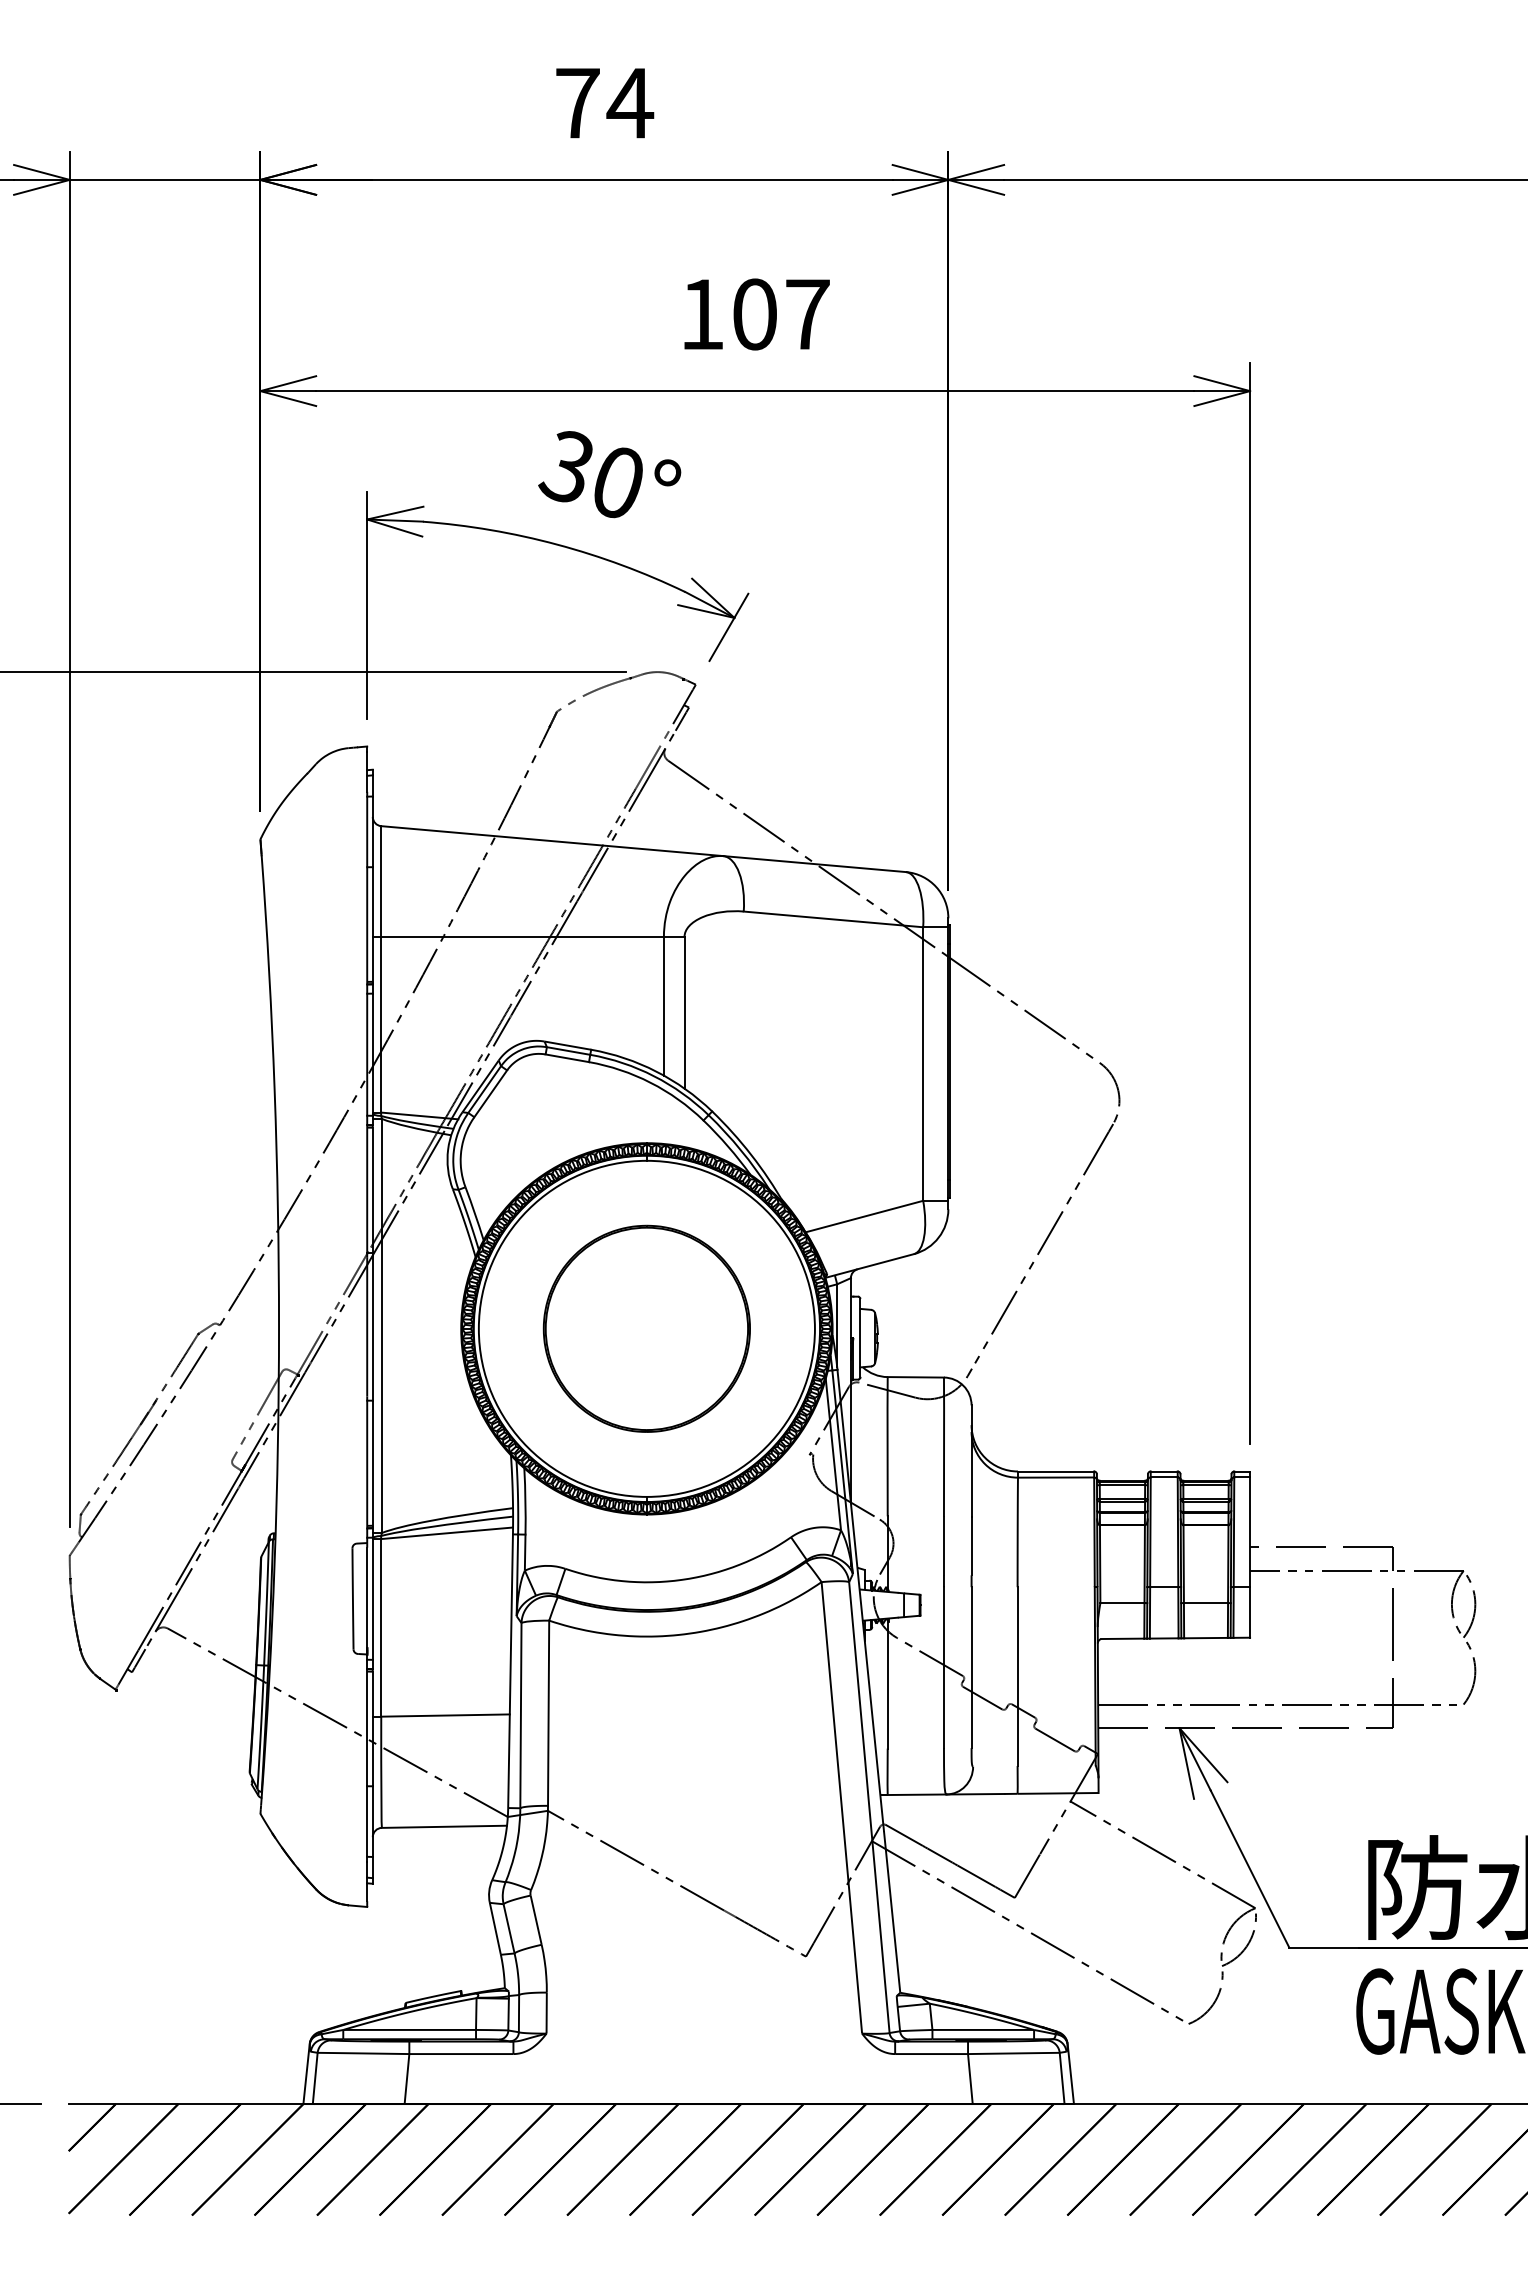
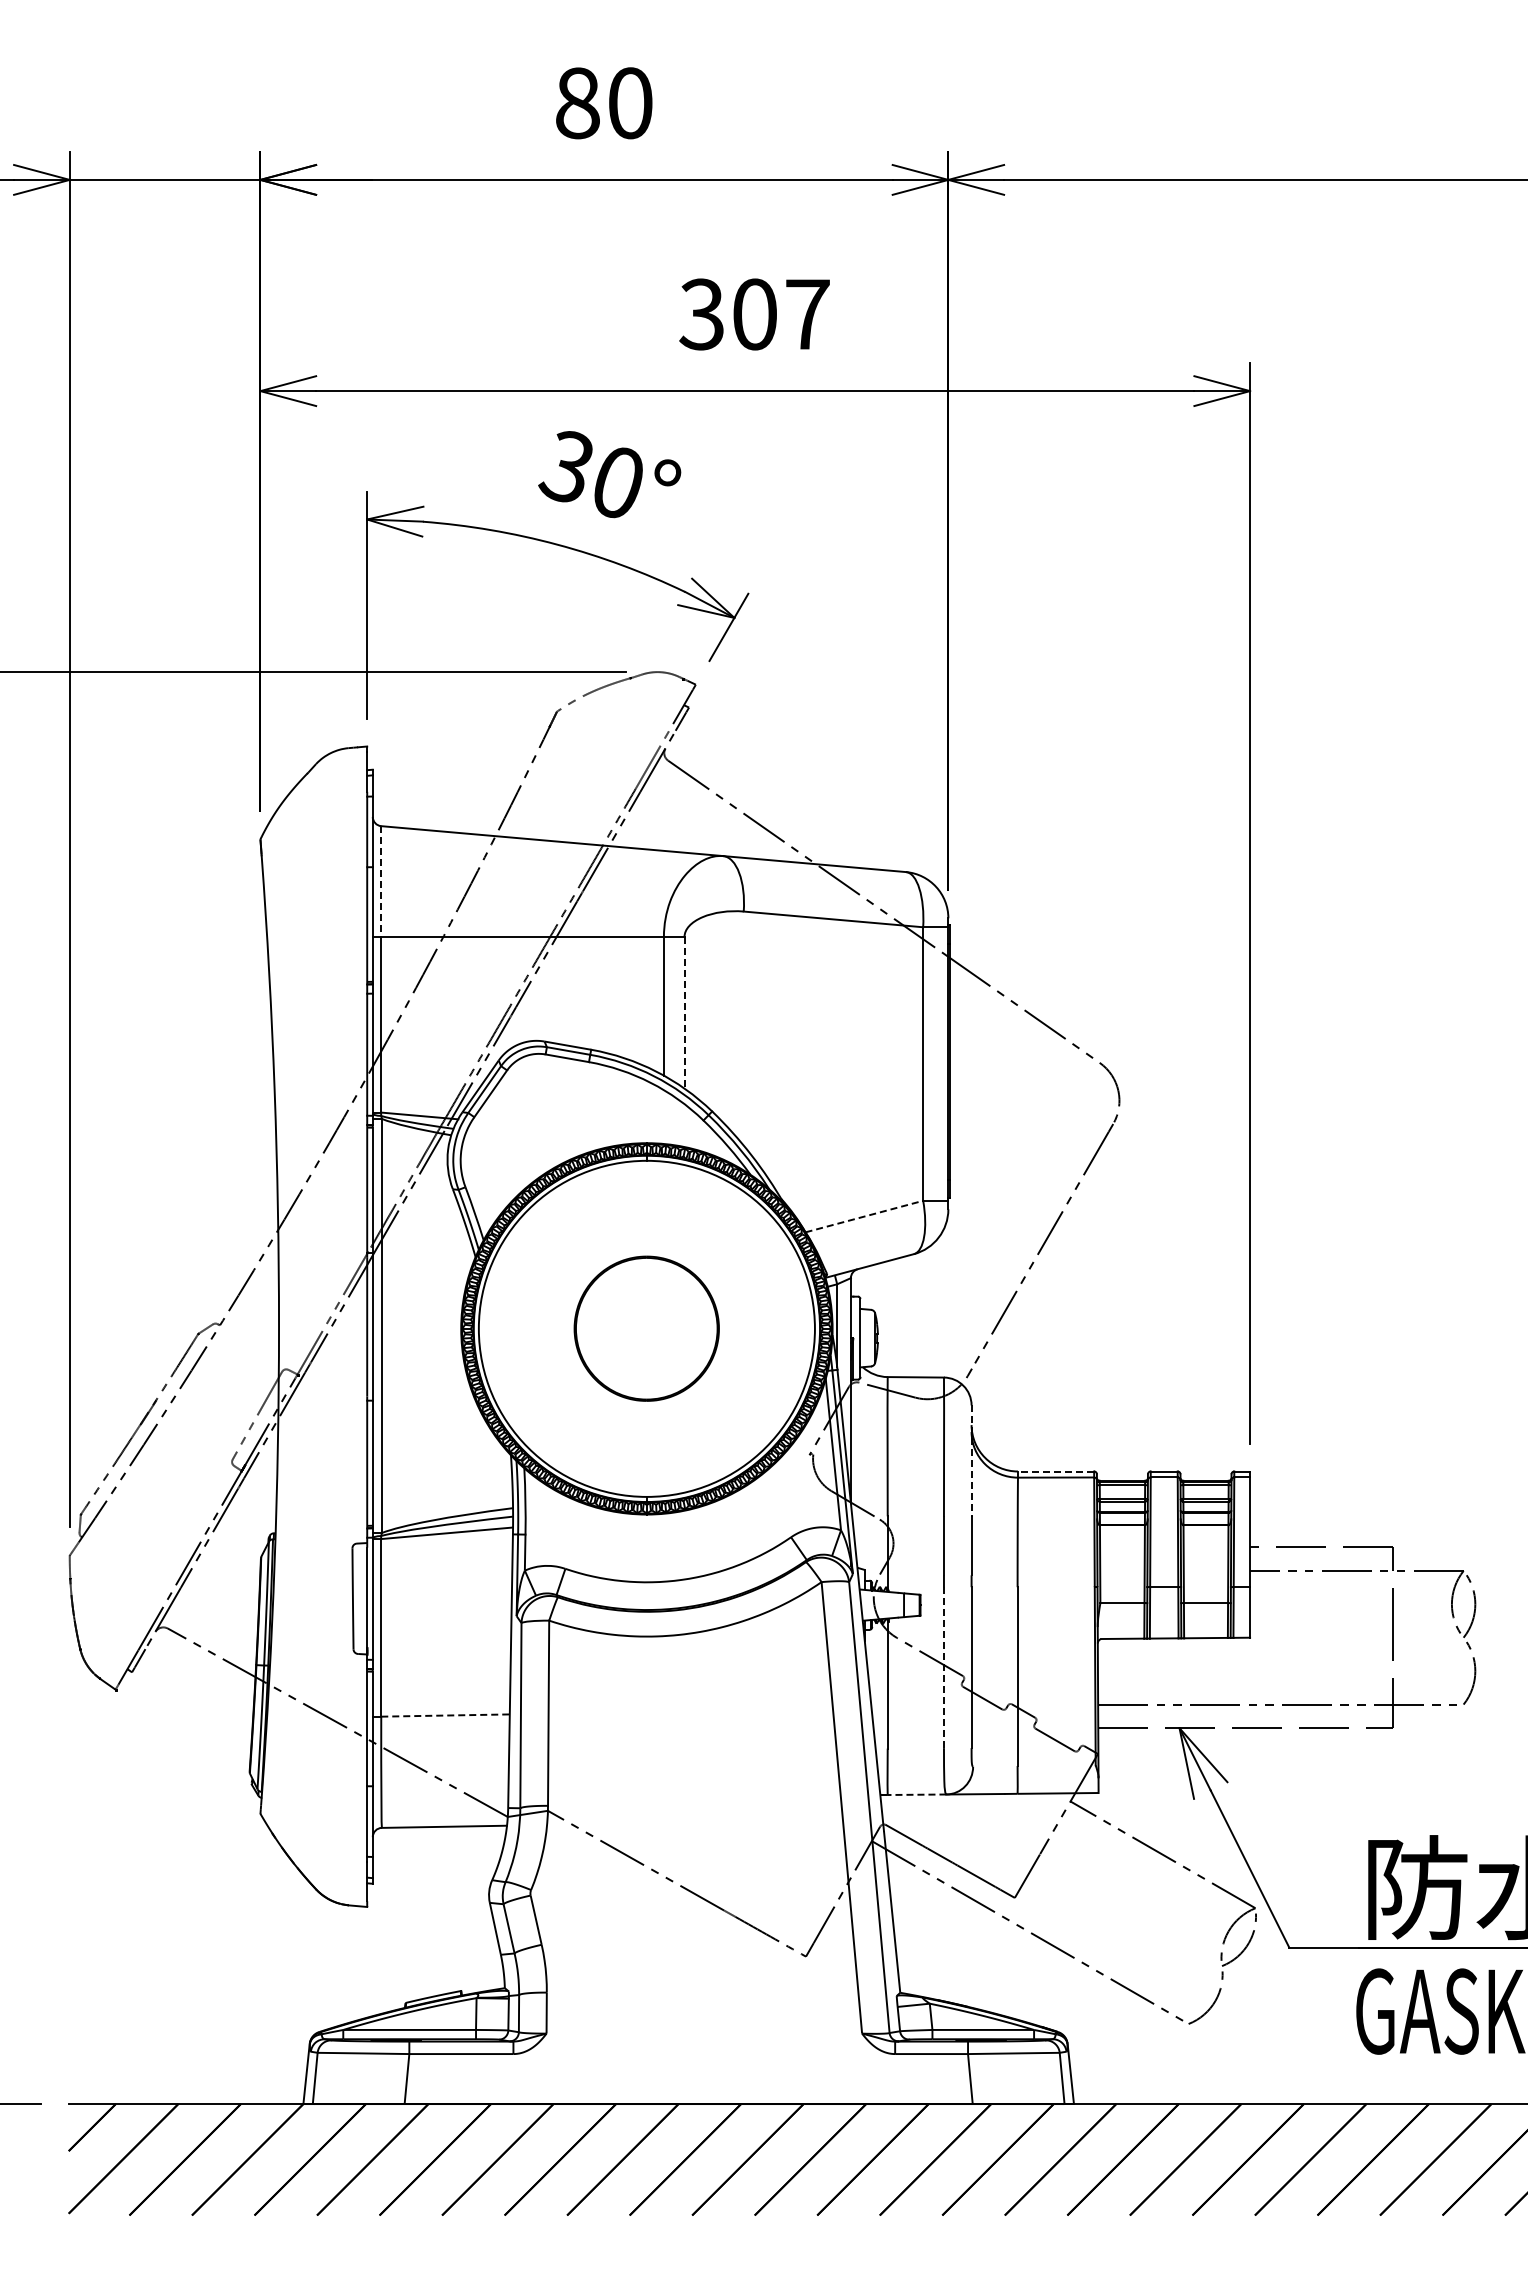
text at (605, 103): 74 -> 80
text at (701, 314): 107 -> 307
line at (381, 882): solid -> dashed
line at (684, 1012): solid -> dashed
line at (864, 1216): solid -> dashed
part at (646, 1328) size: 209x209 px -> 147x147 px
line at (971, 1461): solid -> dashed
line at (1055, 1471): solid -> dashed
line at (943, 1667): solid -> dashed
line at (446, 1715): solid -> dashed
line at (916, 1794): solid -> dashed
